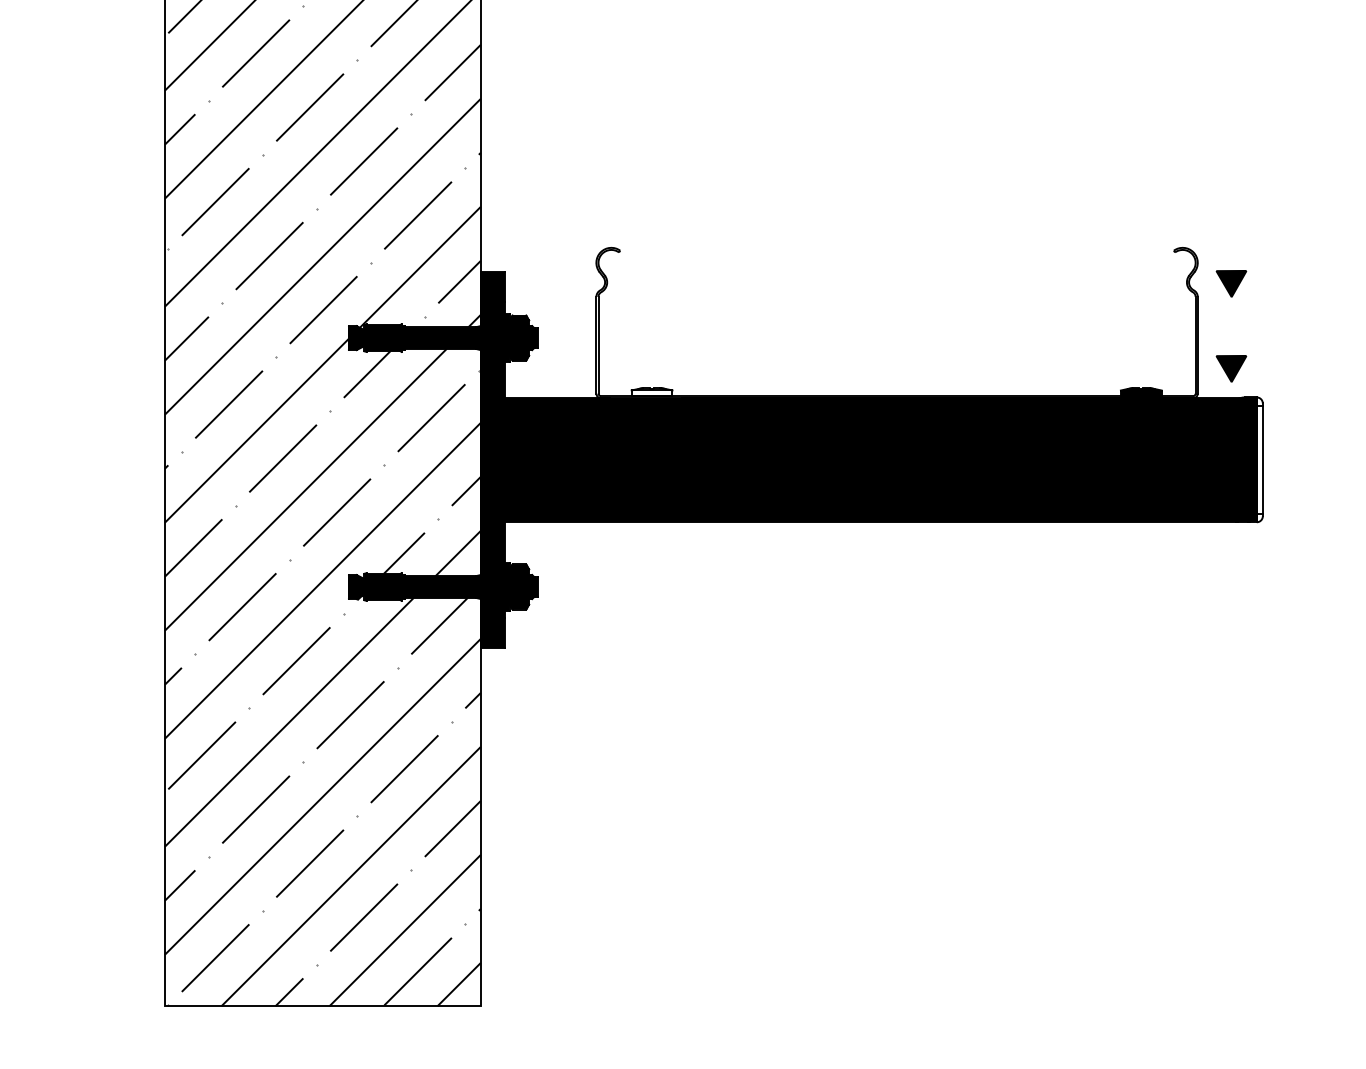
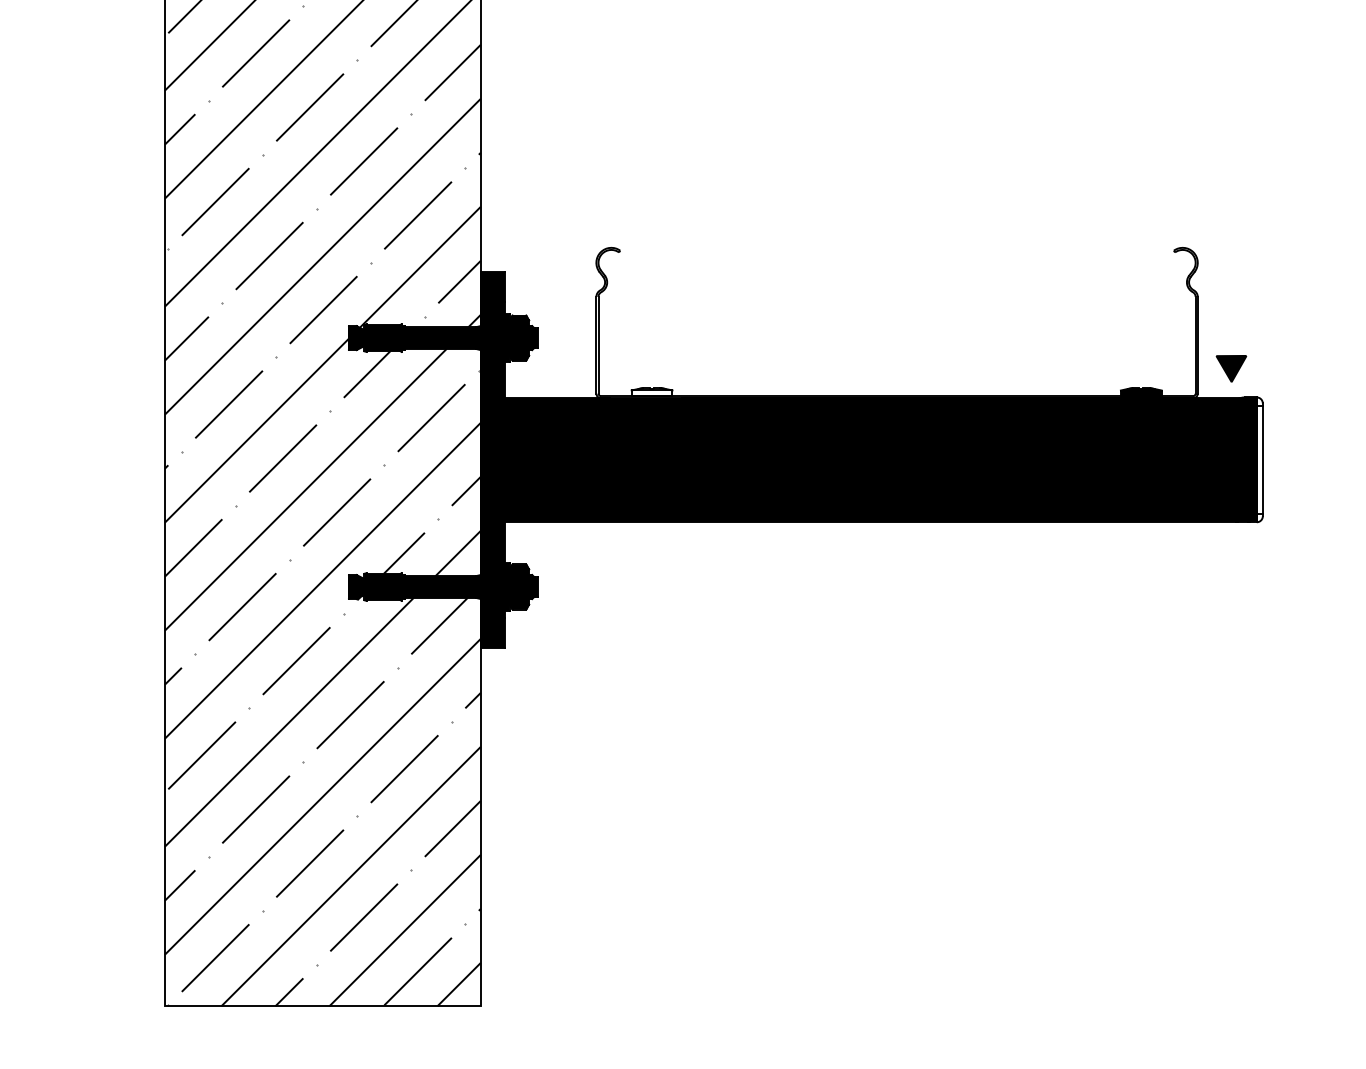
part at (1231, 283): present -> none
